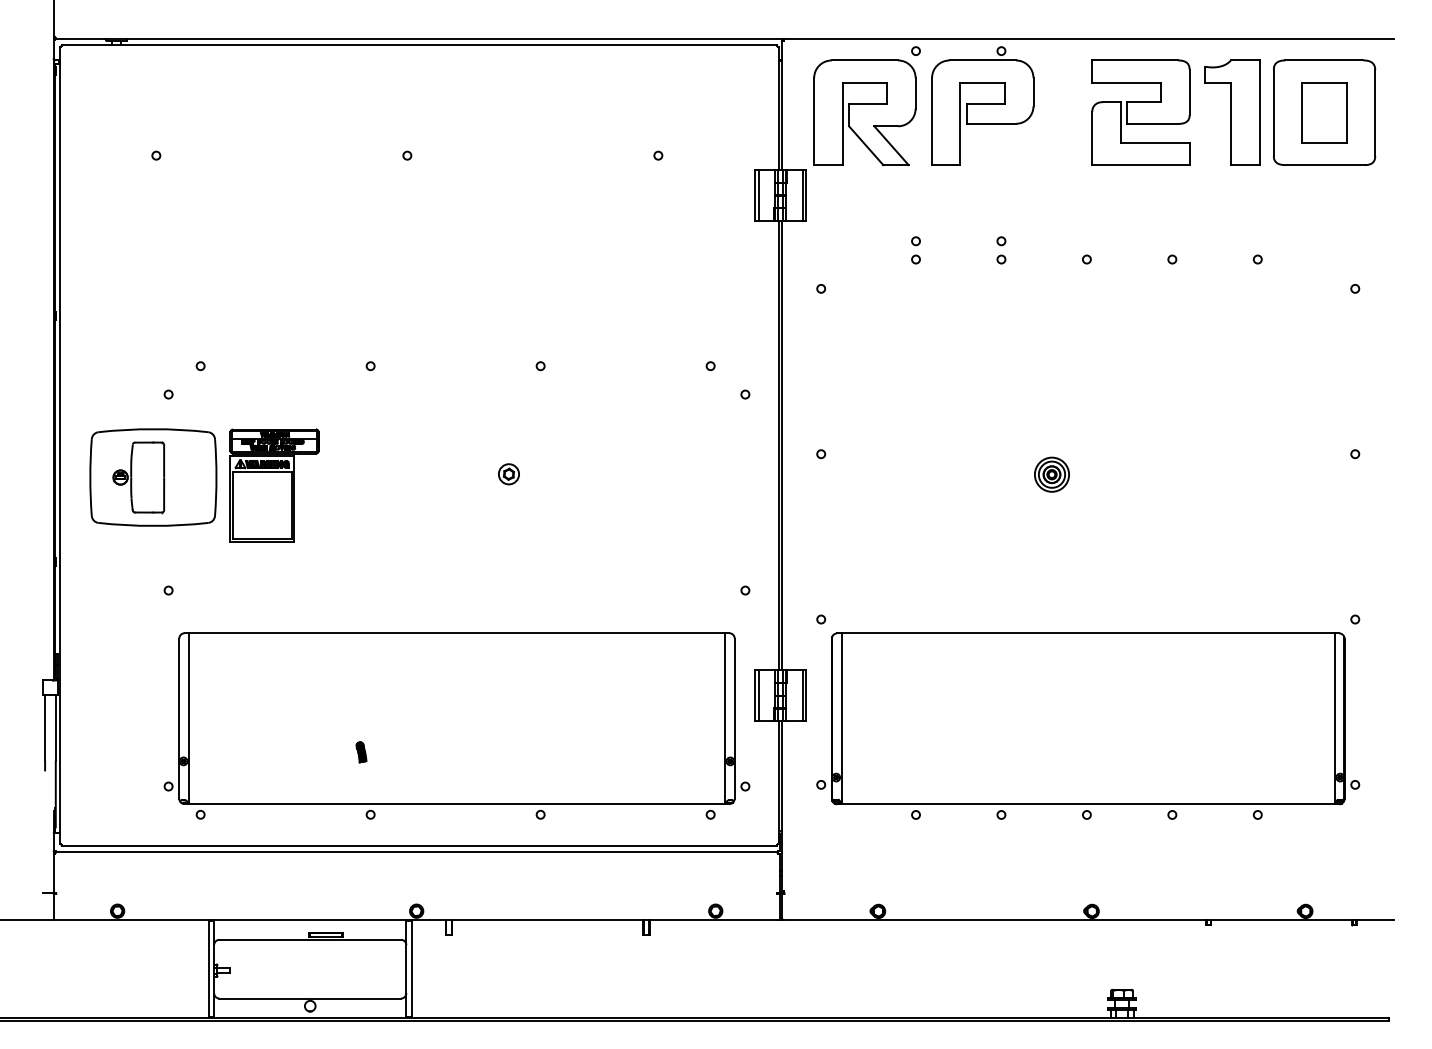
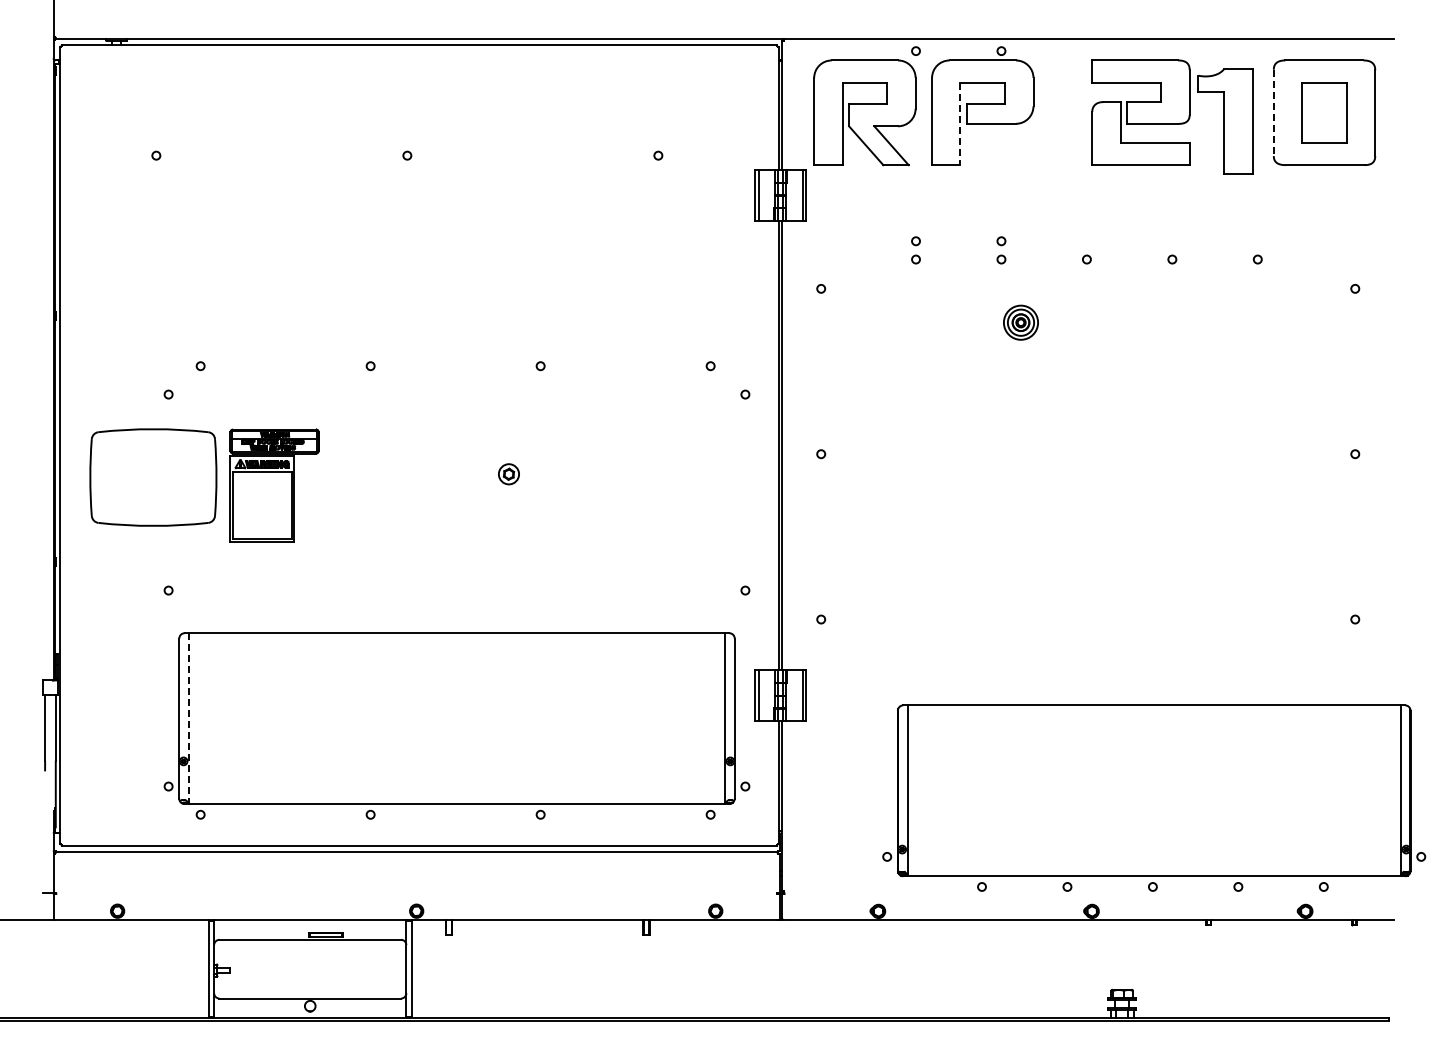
part at (1232, 112) position: (1232, 112) -> (1225, 121)
line at (1273, 113): solid -> dashed
line at (960, 124): solid -> dashed
part at (1051, 474) position: (1051, 474) -> (1020, 322)
part at (138, 477): present -> none
line at (188, 718): solid -> dashed
part at (1088, 725) position: (1088, 725) -> (1154, 797)
part at (361, 752): present -> none
